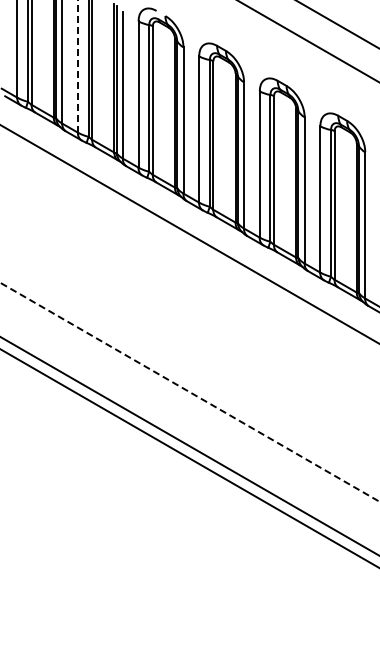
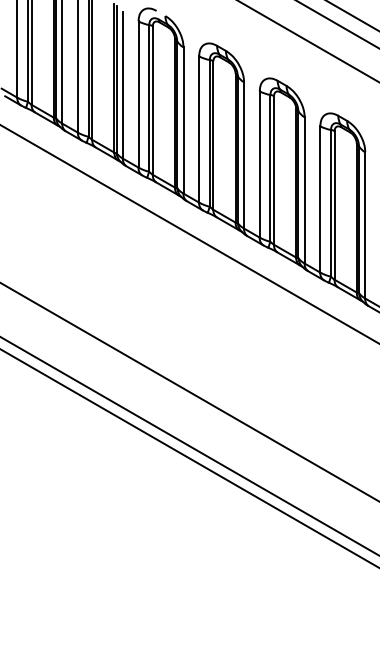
line at (352, 15): none -> present
line at (77, 66): dashed -> solid
line at (190, 392): dashed -> solid
